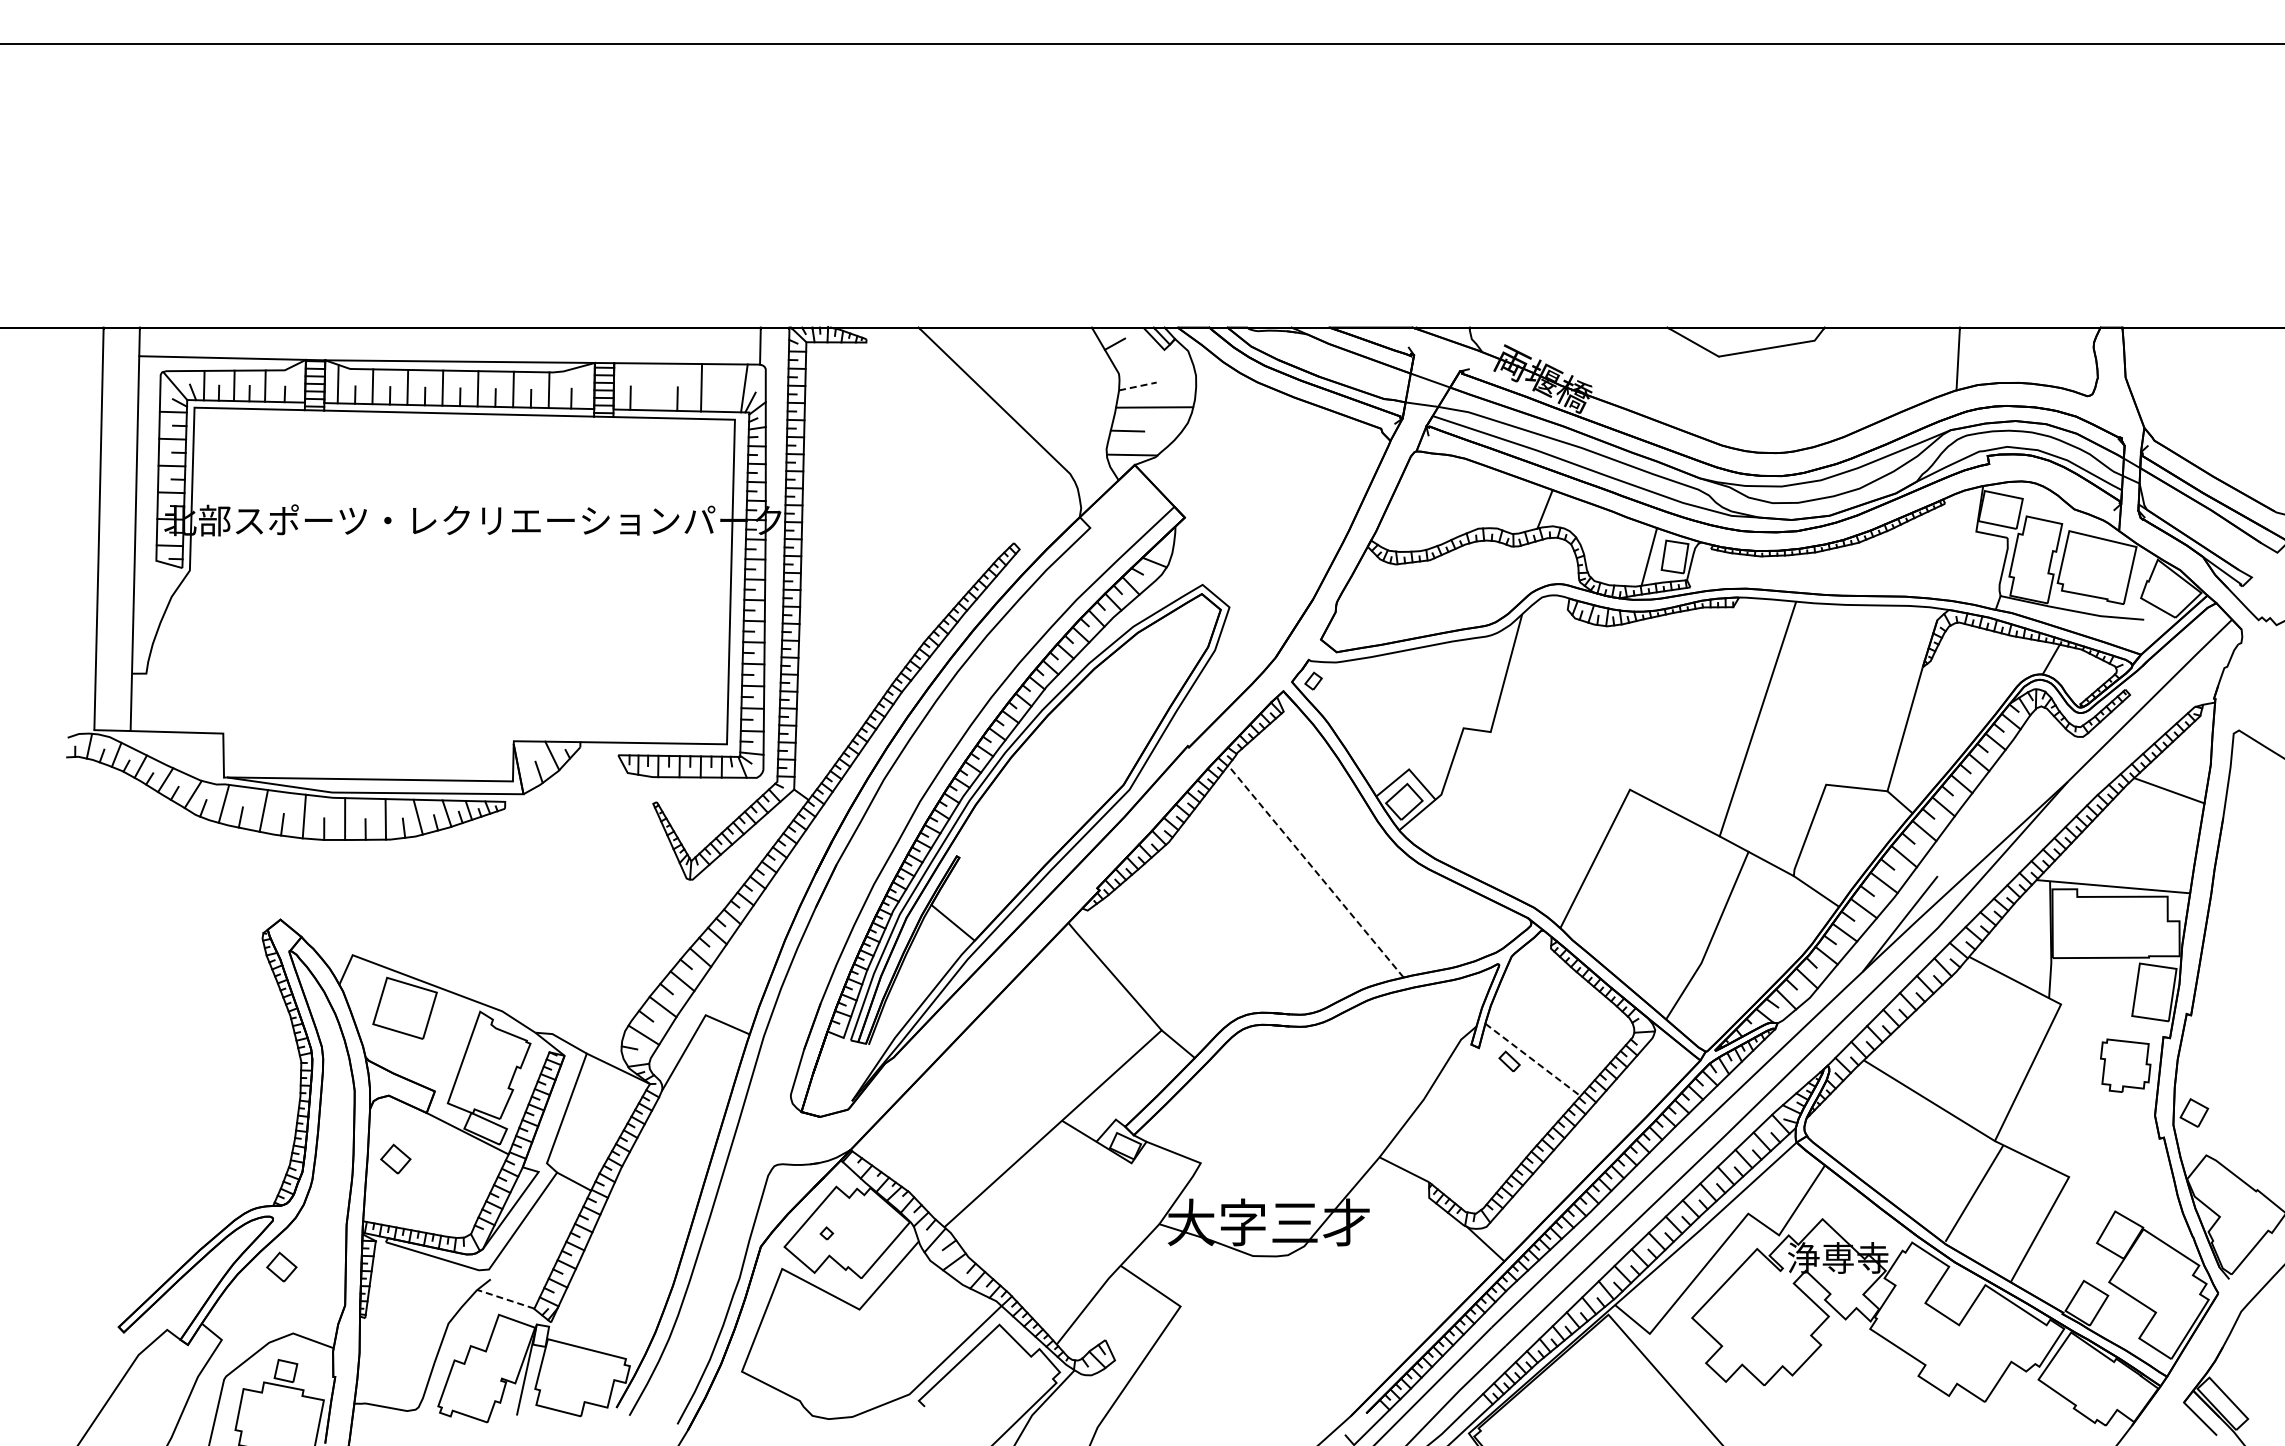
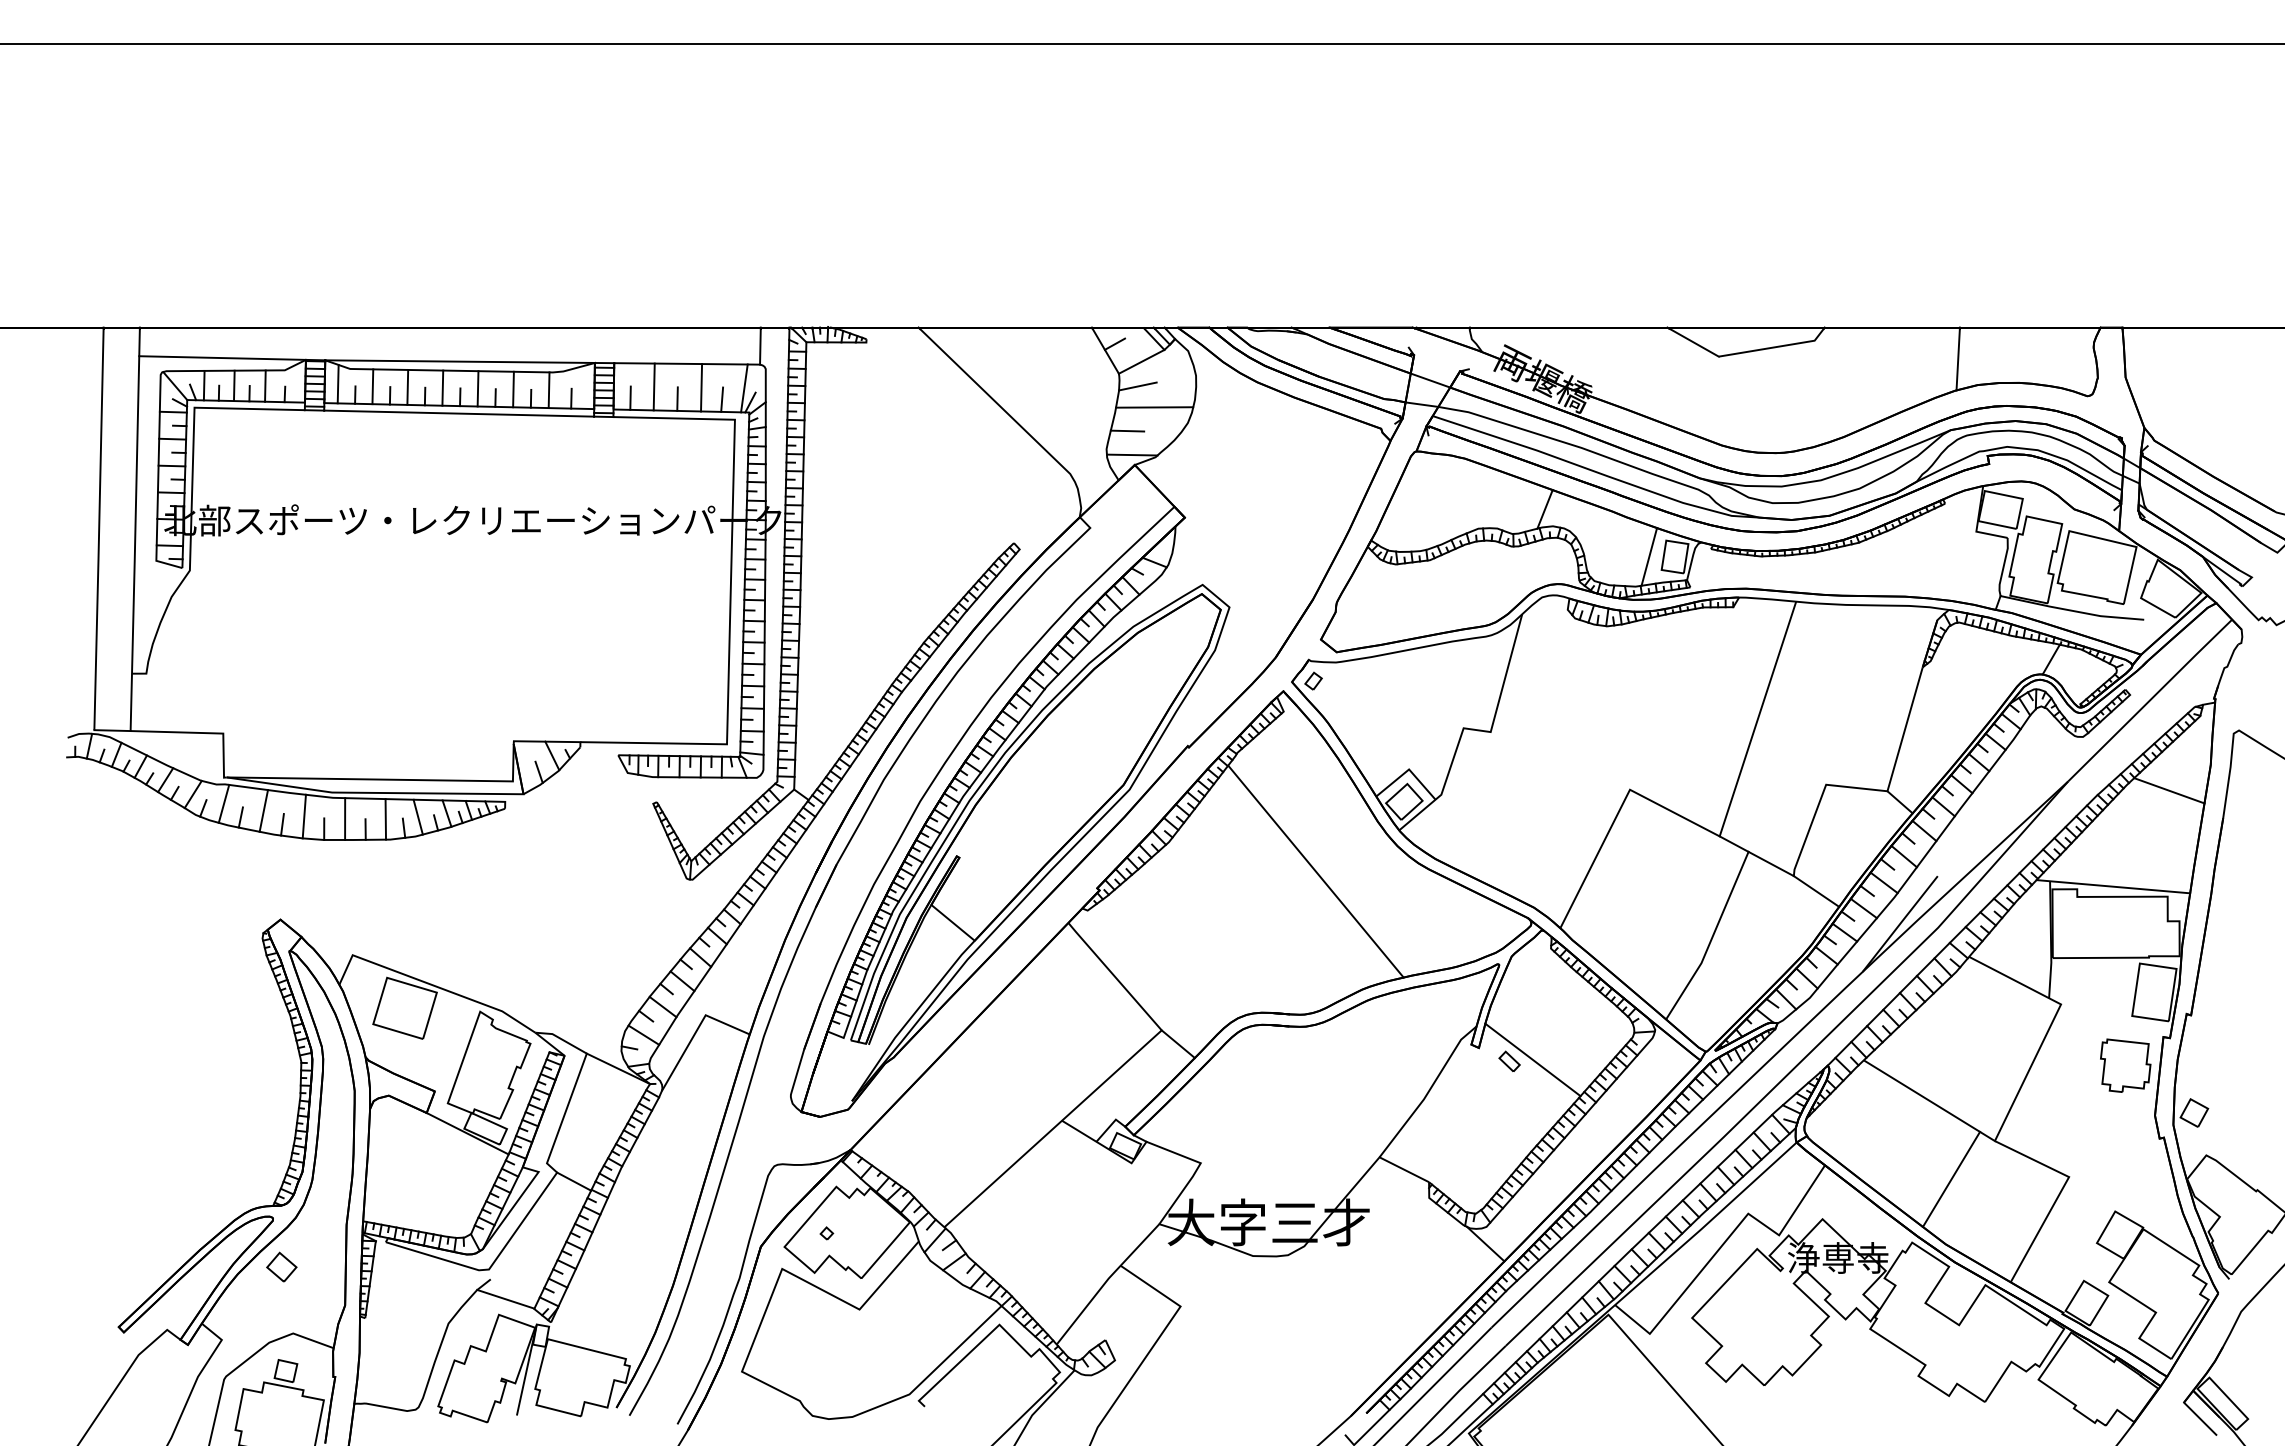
line at (1141, 361): none -> present
line at (653, 386): none -> present
line at (1138, 386): dashed -> solid
line at (722, 399): none -> present
line at (1315, 871): dashed -> solid
line at (1532, 1059): dashed -> solid
part at (395, 1158): present -> none
line at (1974, 1192) position: (1974, 1192) -> (1951, 1178)
line at (505, 1299): dashed -> solid
